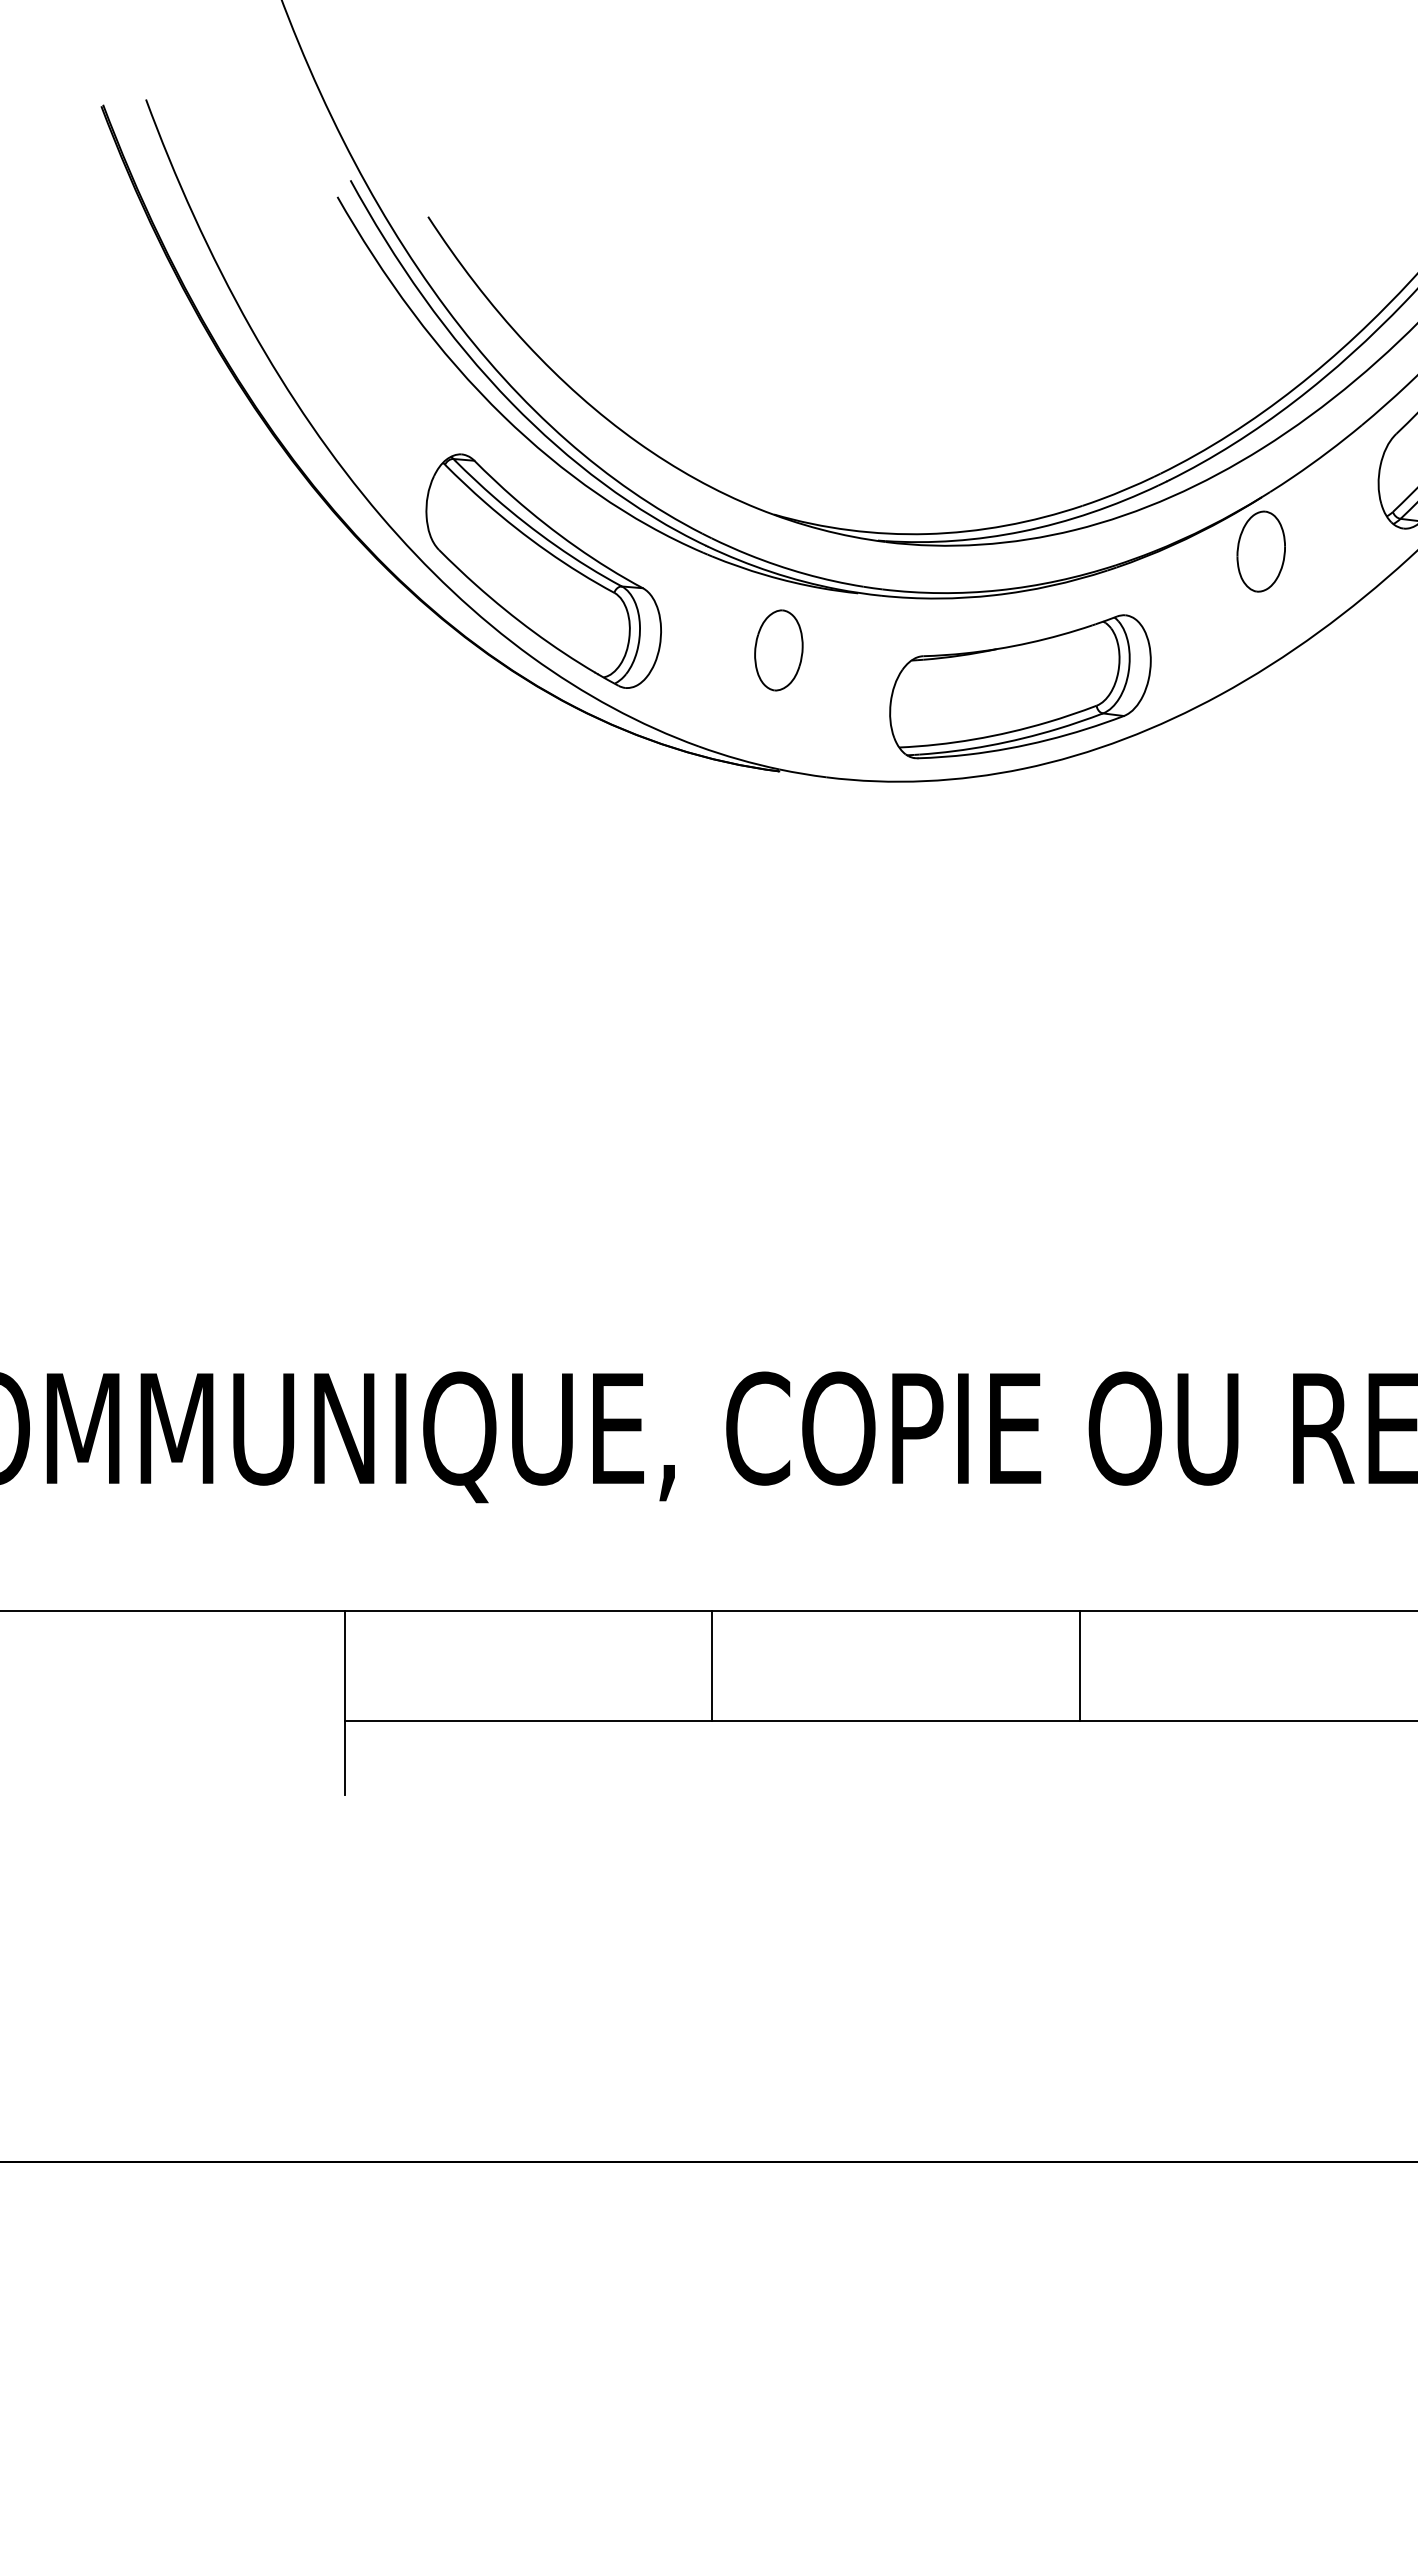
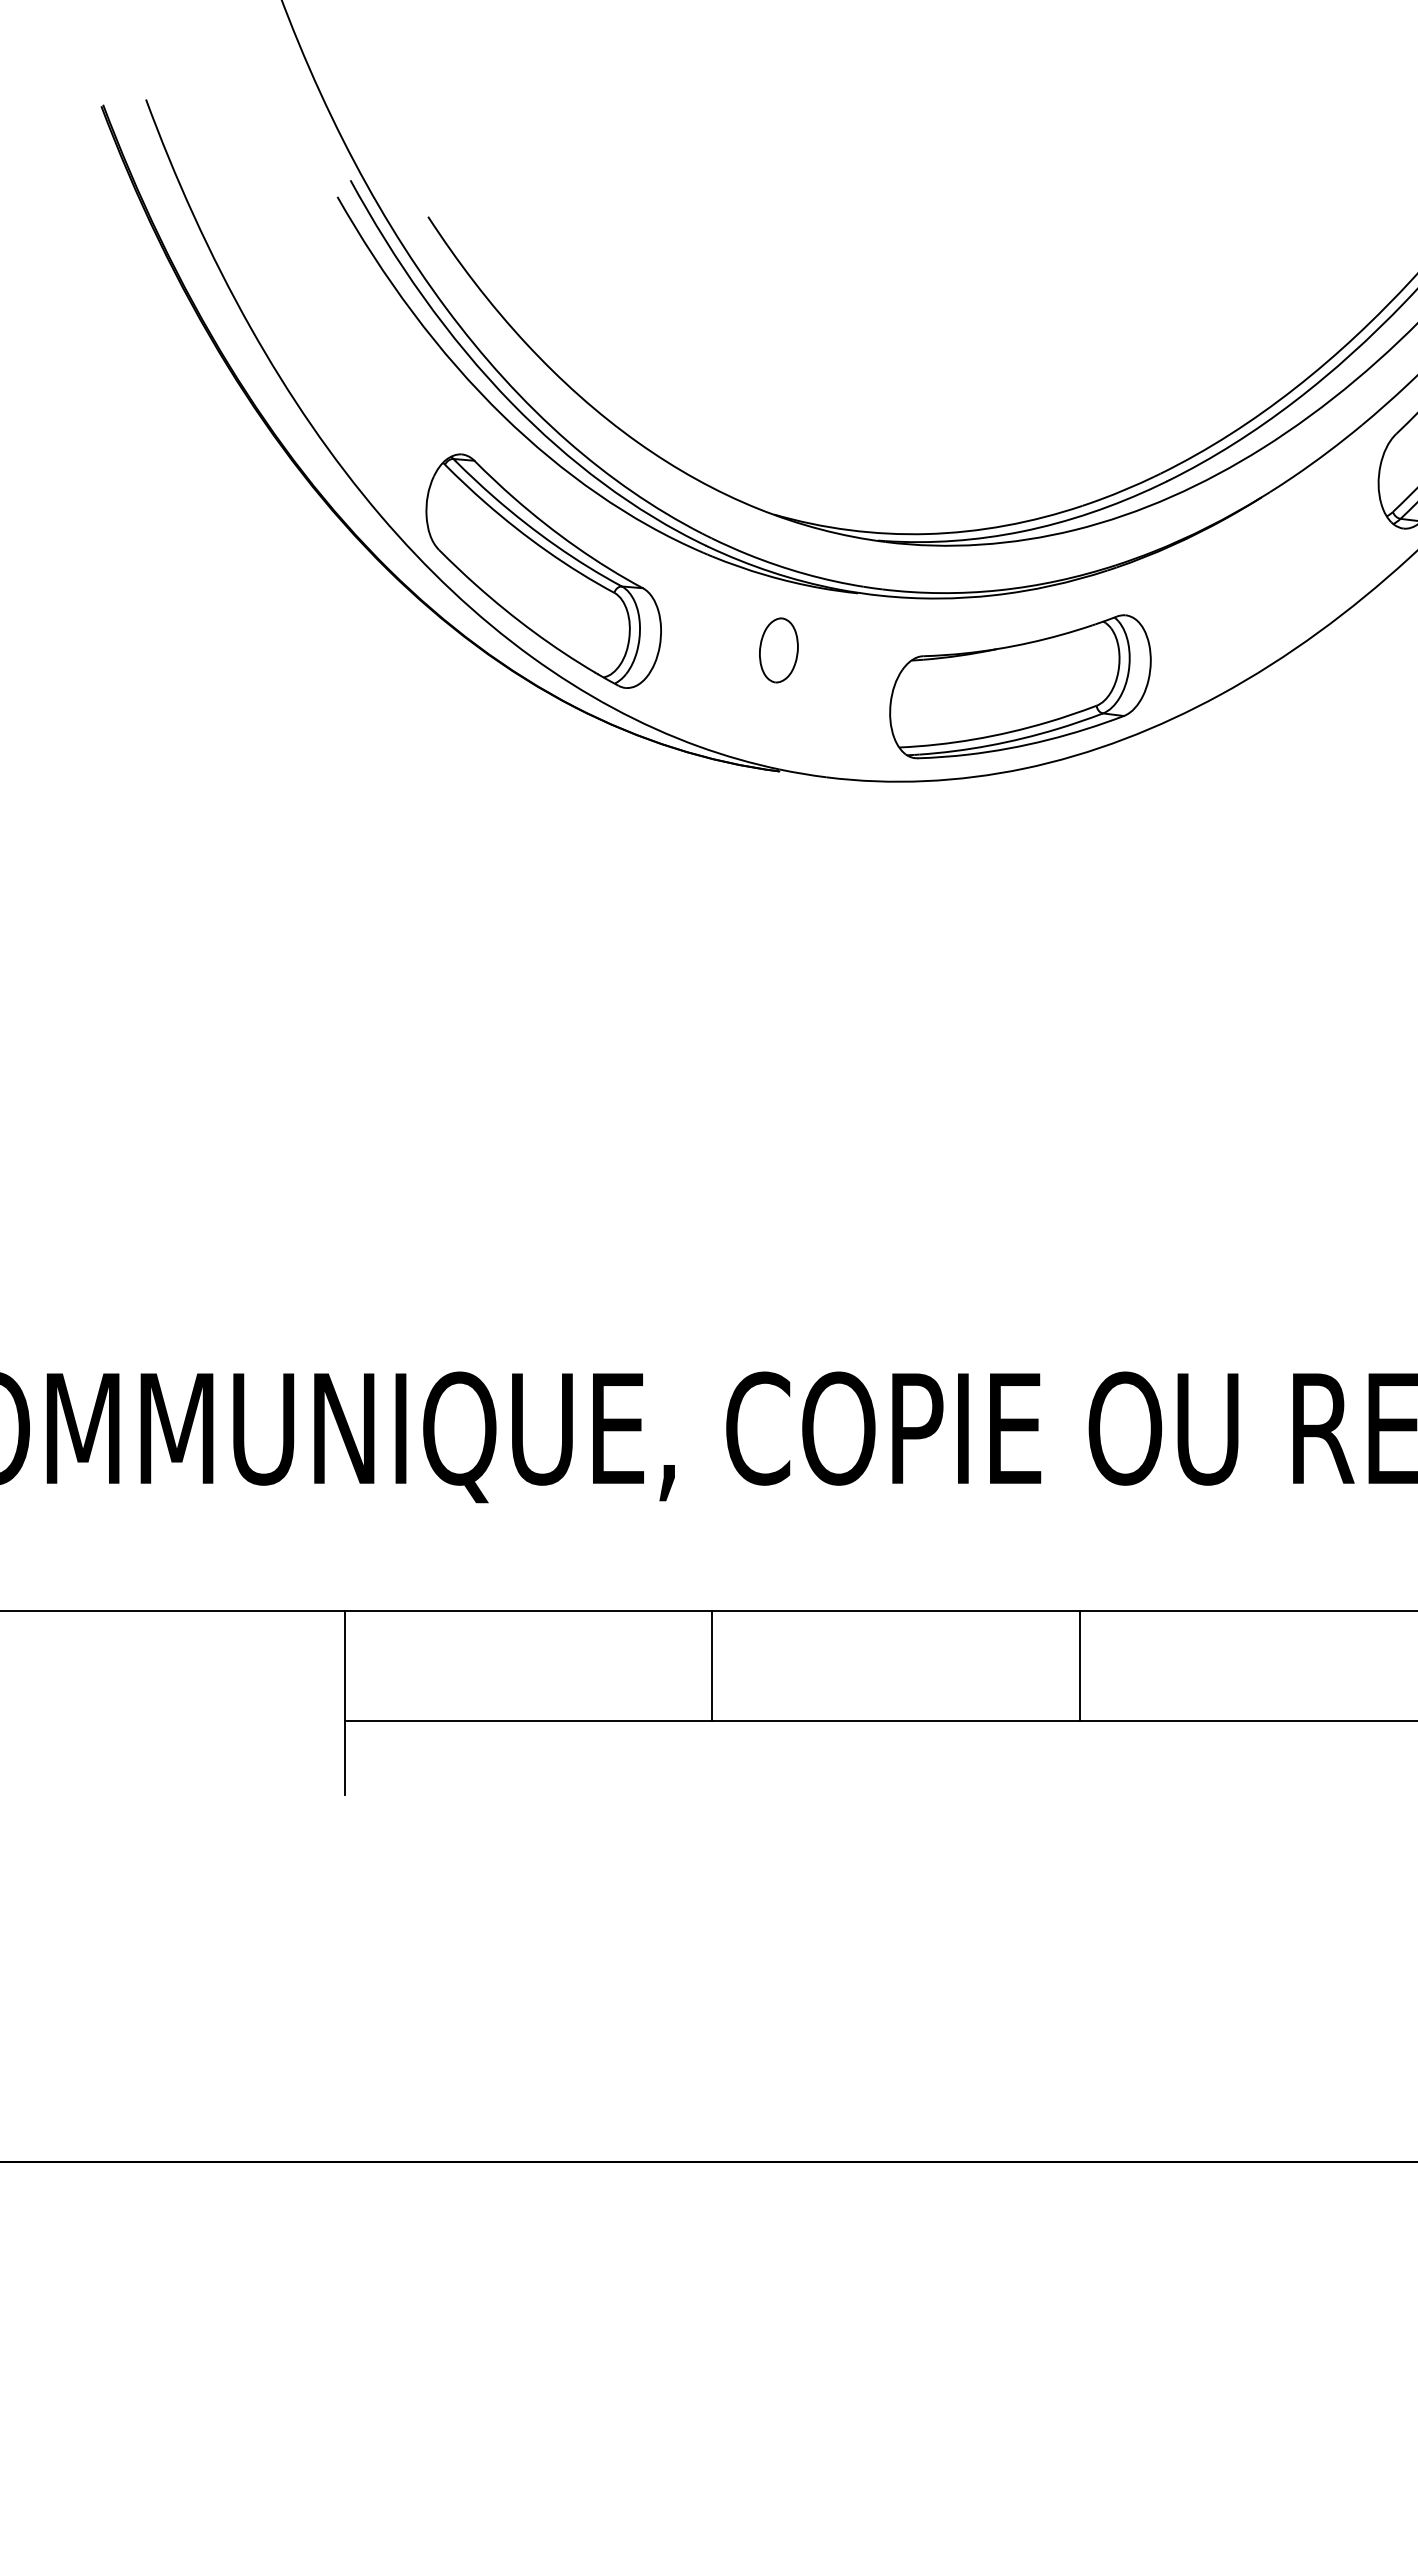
part at (1260, 551): present -> none
part at (778, 650) size: 50x83 px -> 40x67 px
